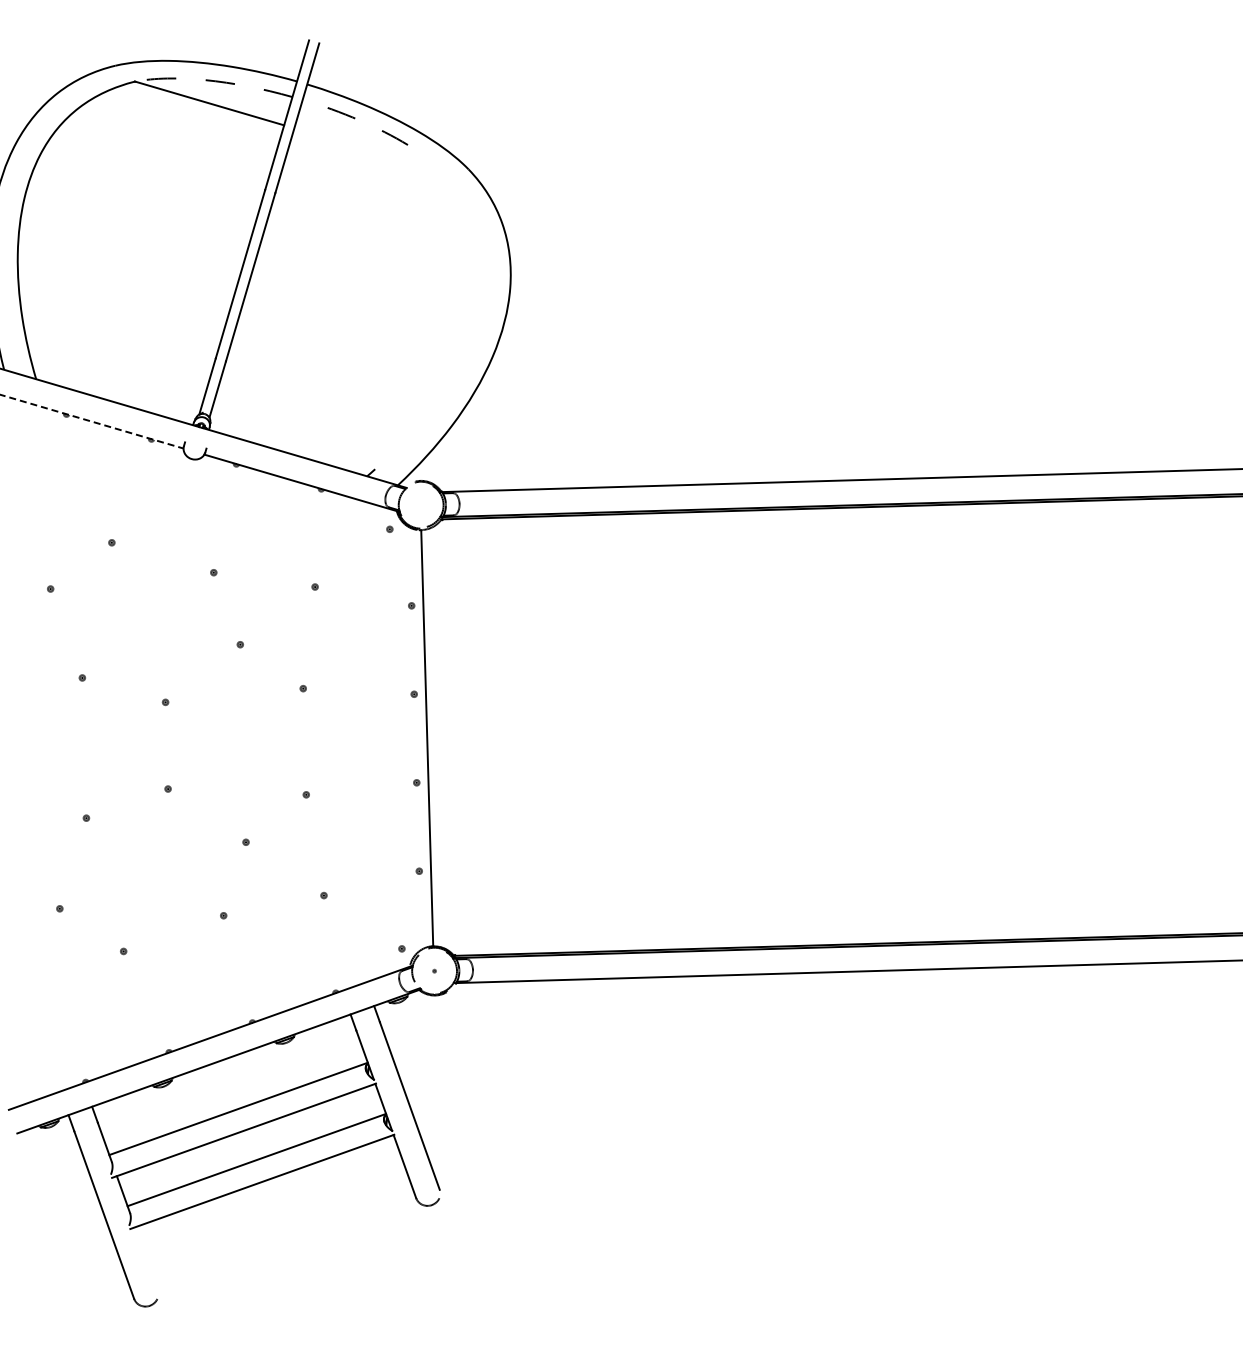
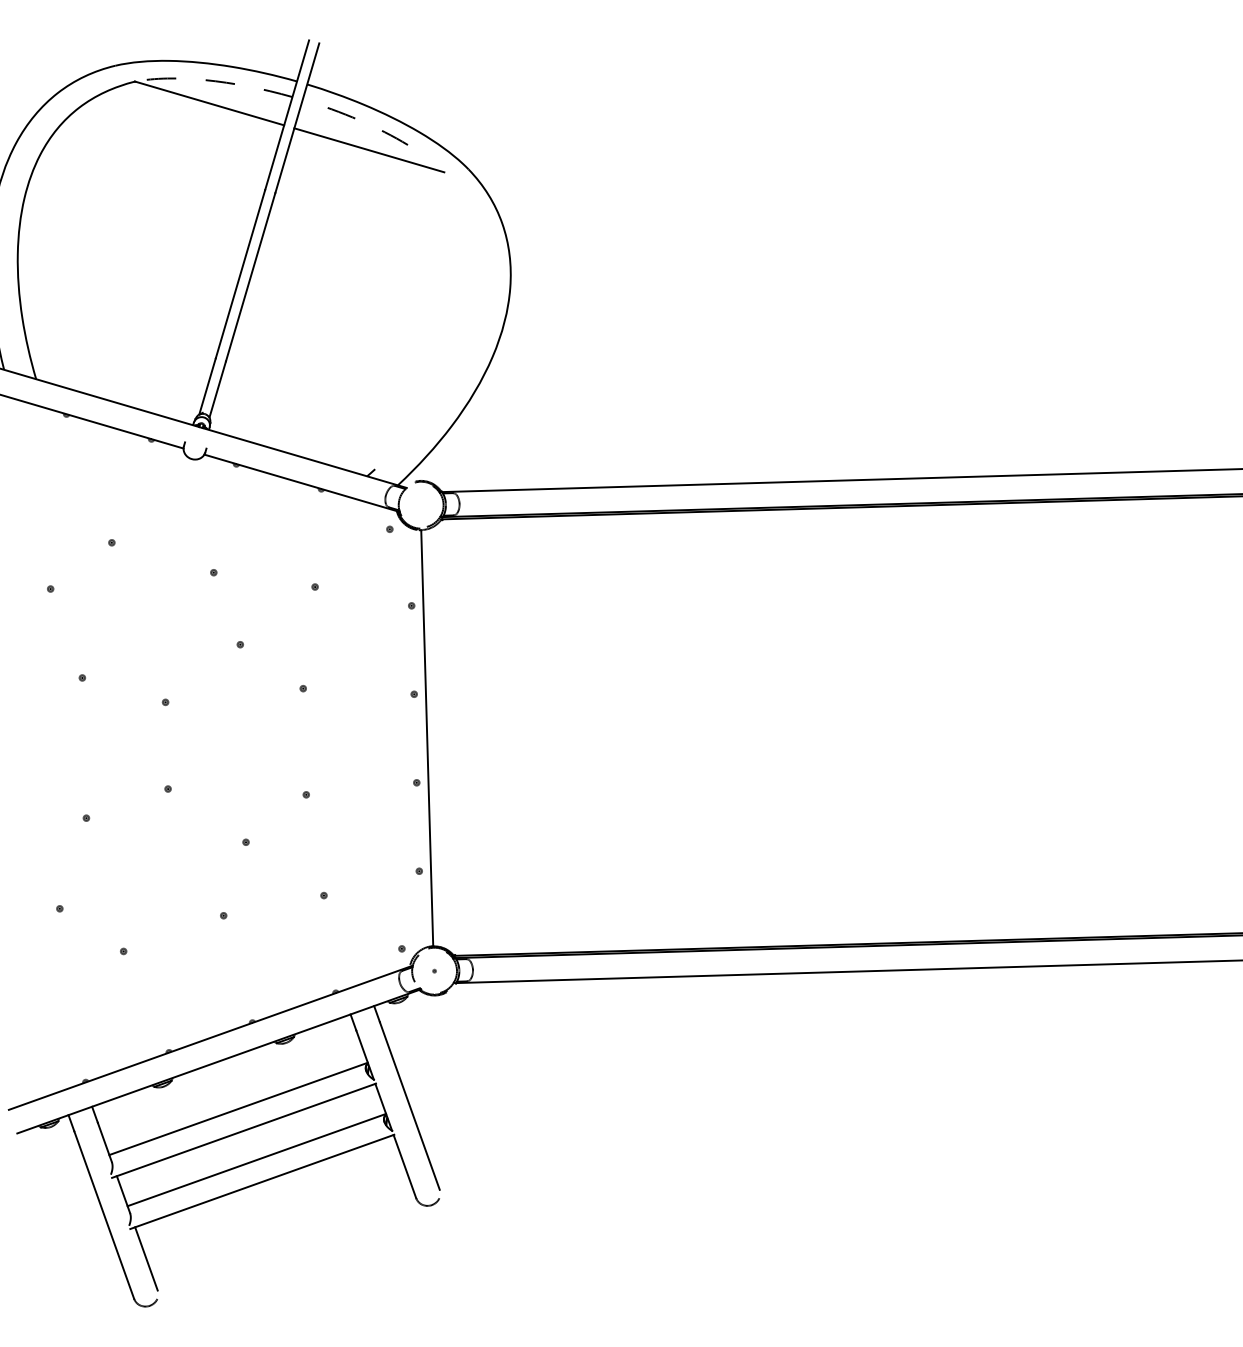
line at (369, 150): none -> present
line at (92, 421): dashed -> solid
line at (146, 1258): none -> present
